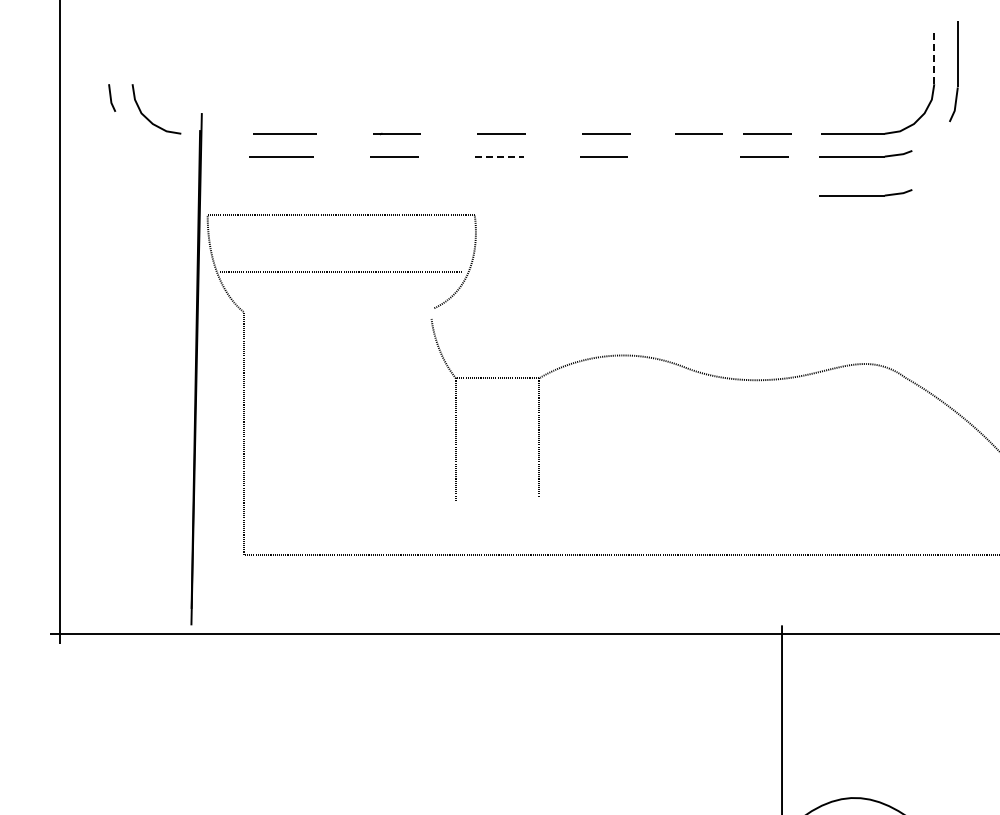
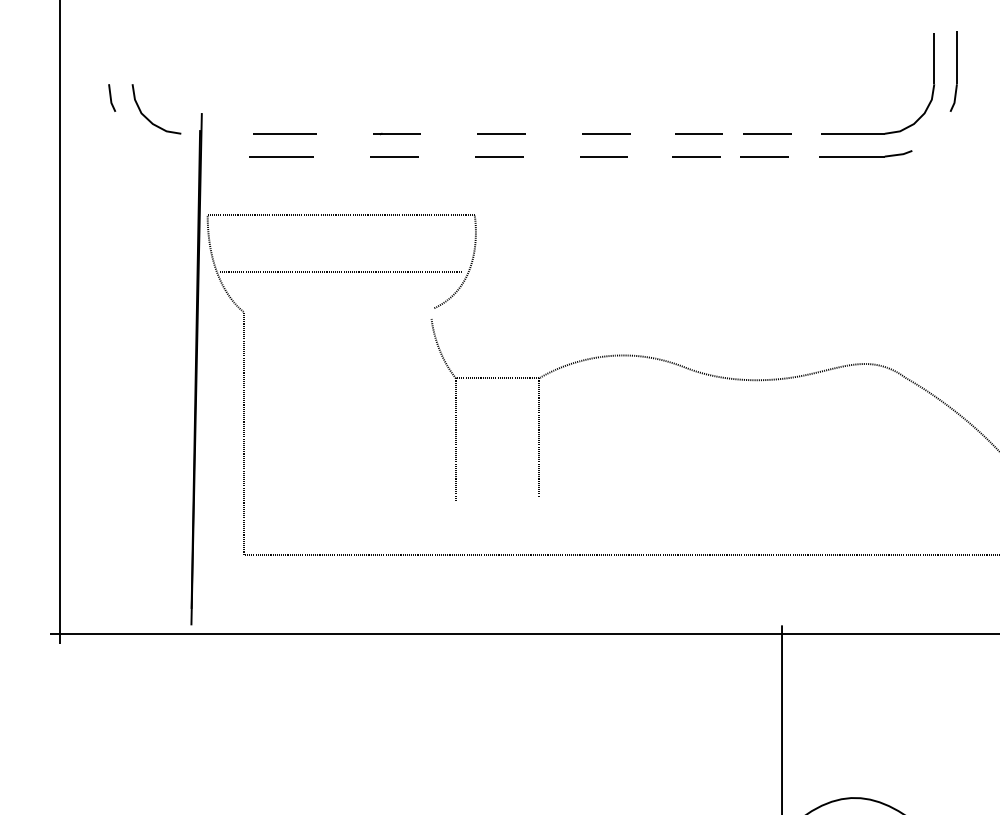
line at (934, 58): dashed -> solid
part at (953, 71) size: 10x102 px -> 9x81 px
line at (499, 156): dashed -> solid
line at (696, 156): none -> present
part at (865, 192): present -> none
